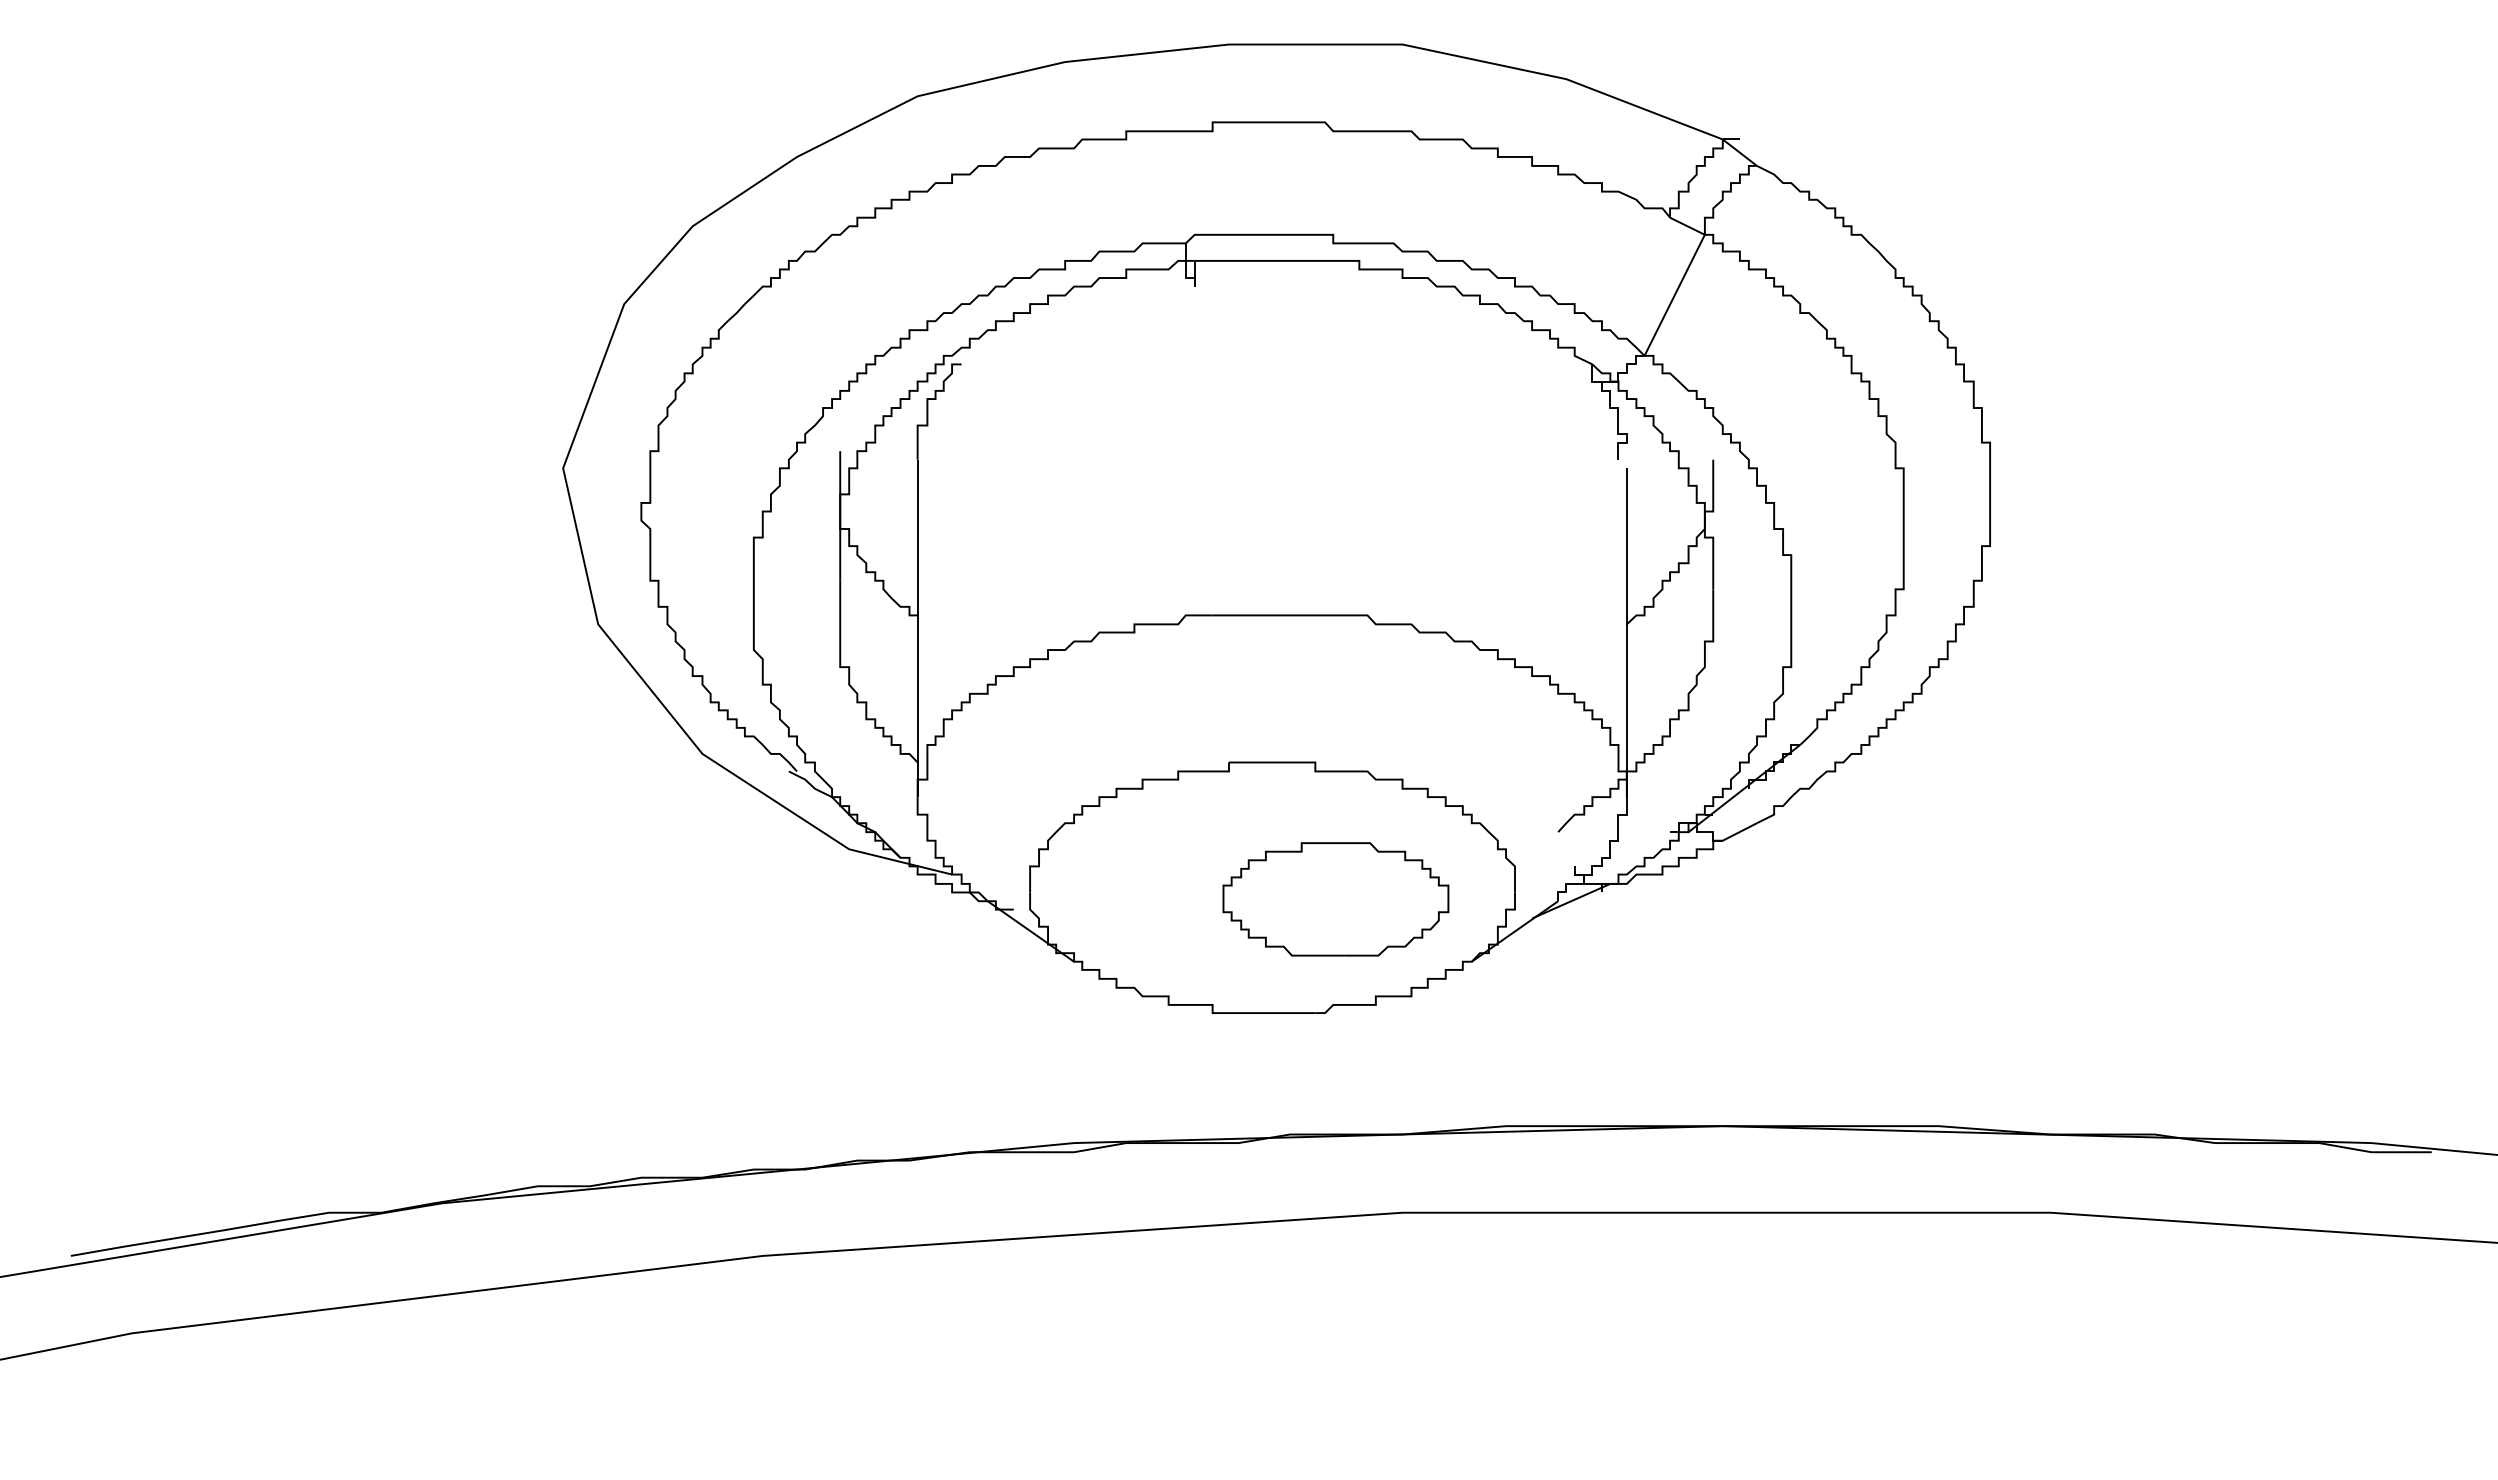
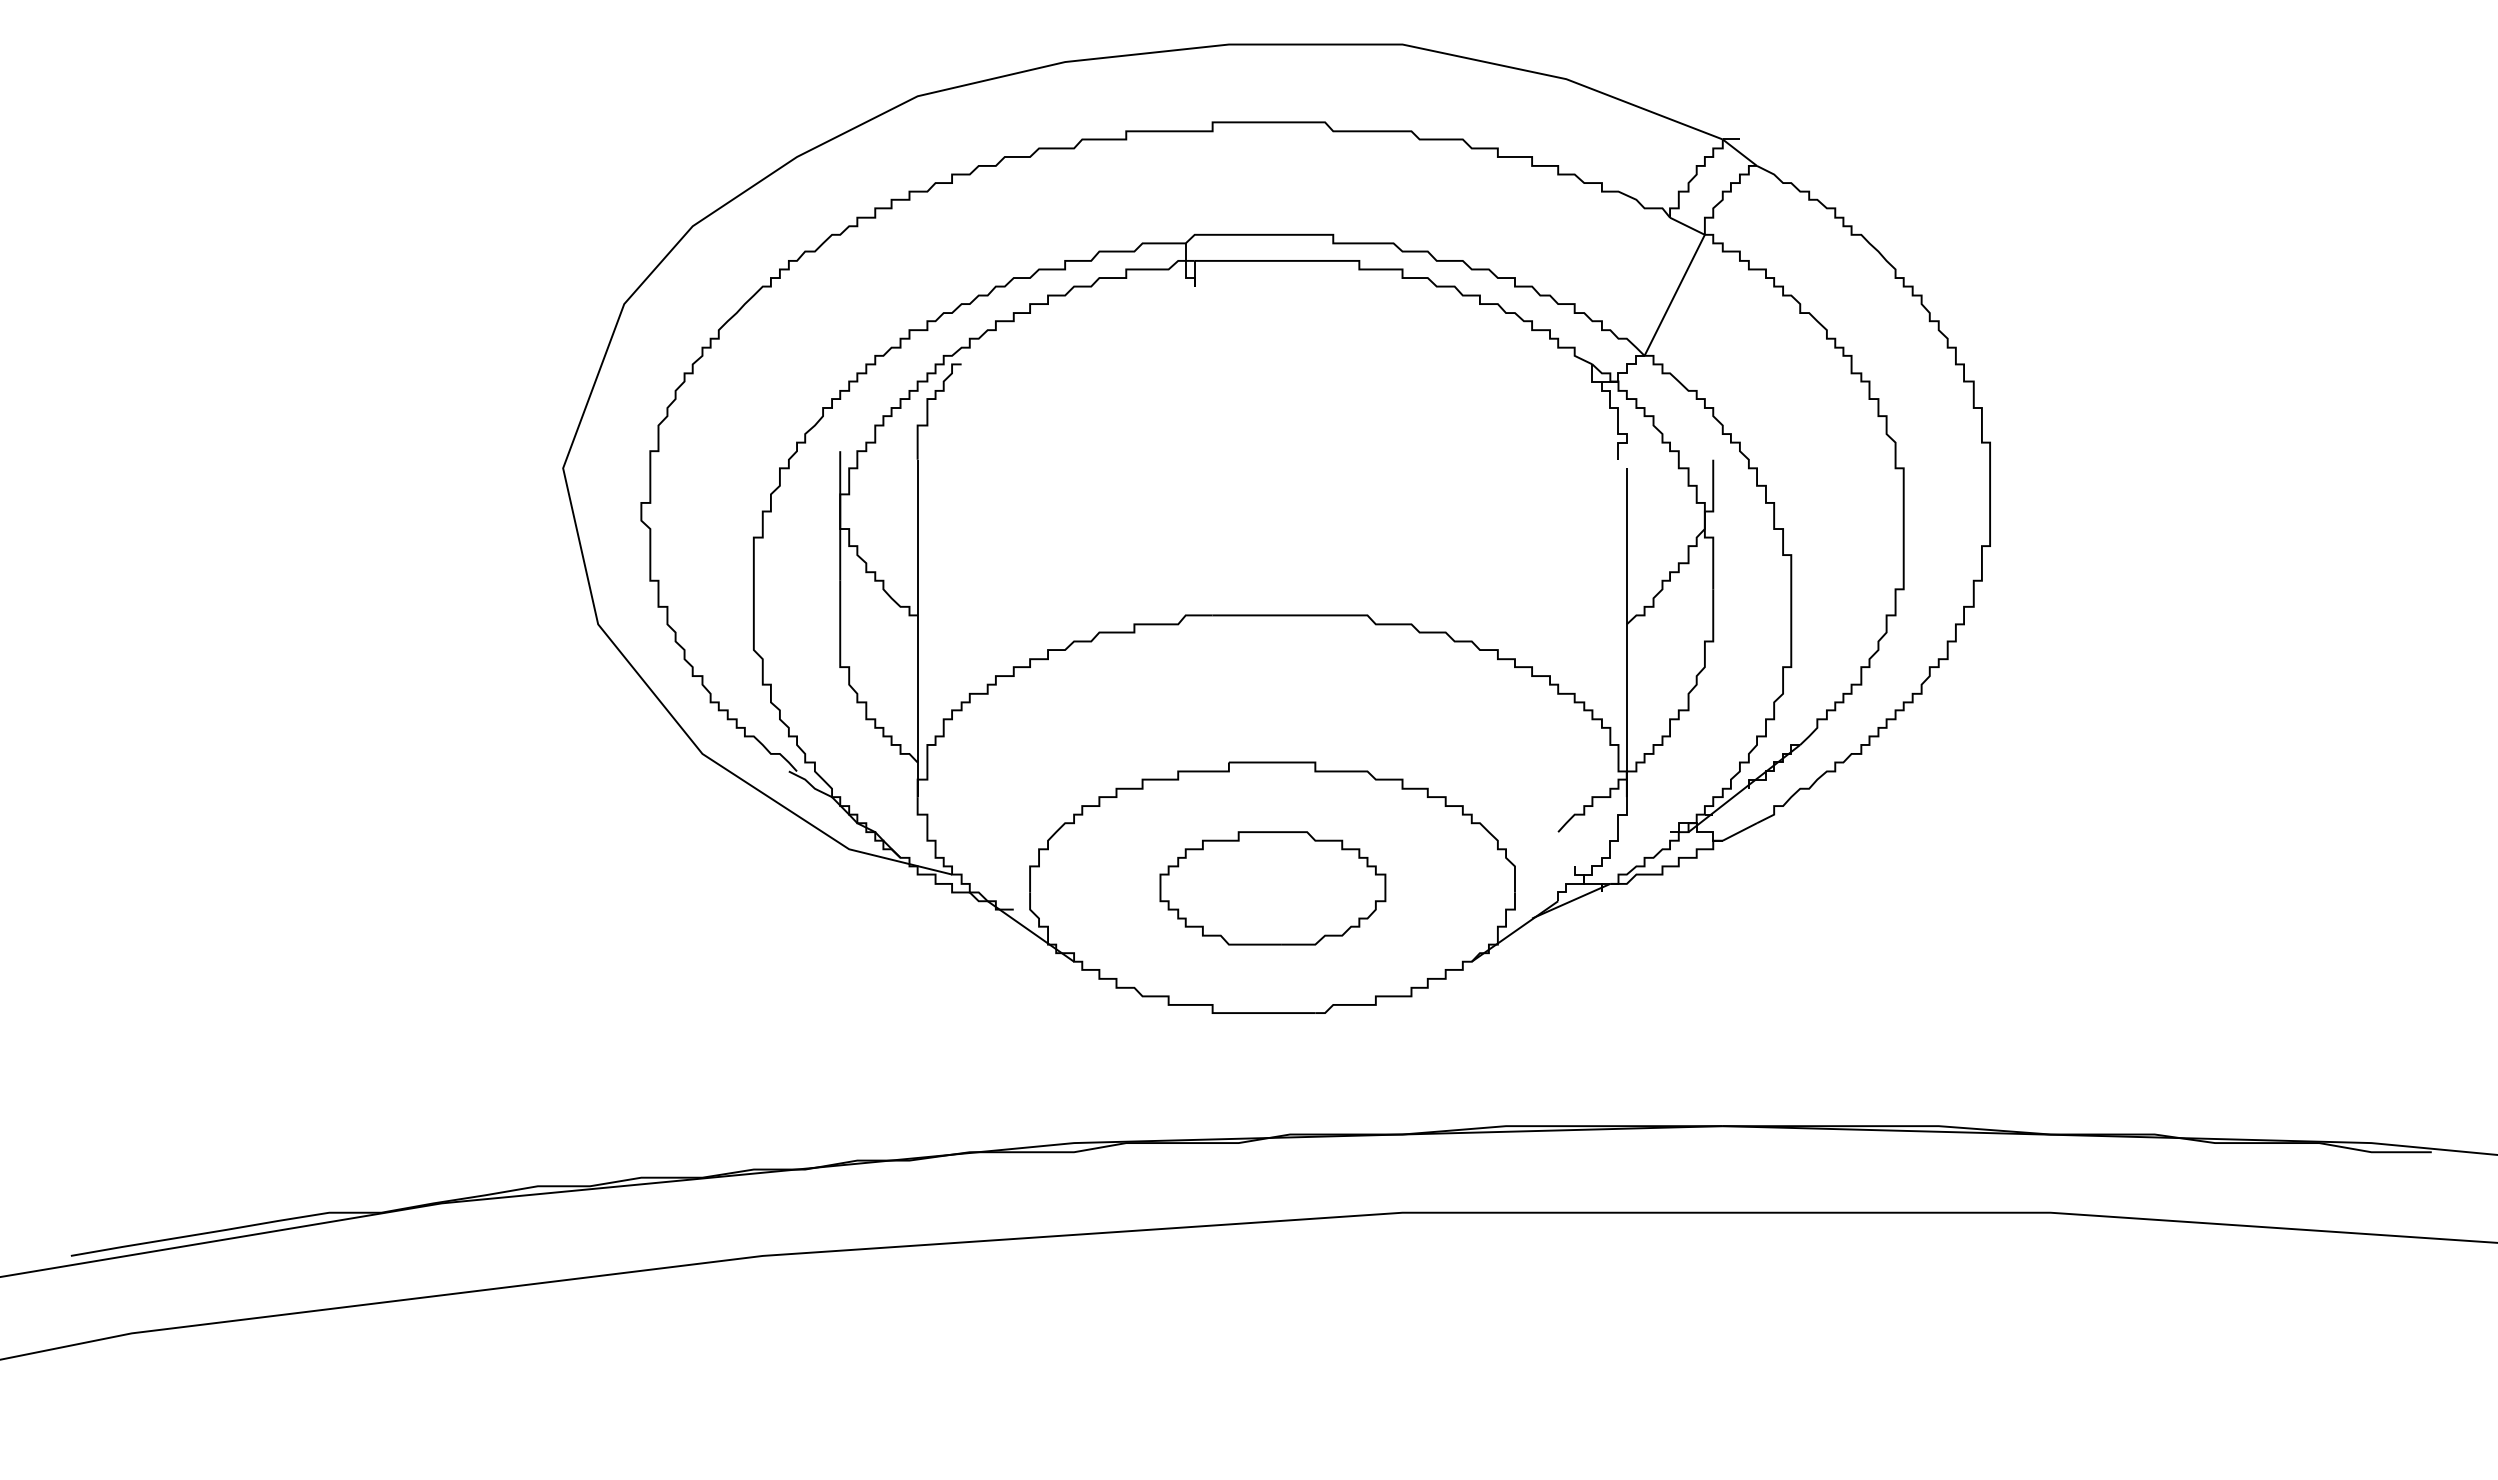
part at (1335, 899) position: (1335, 899) -> (1272, 888)
